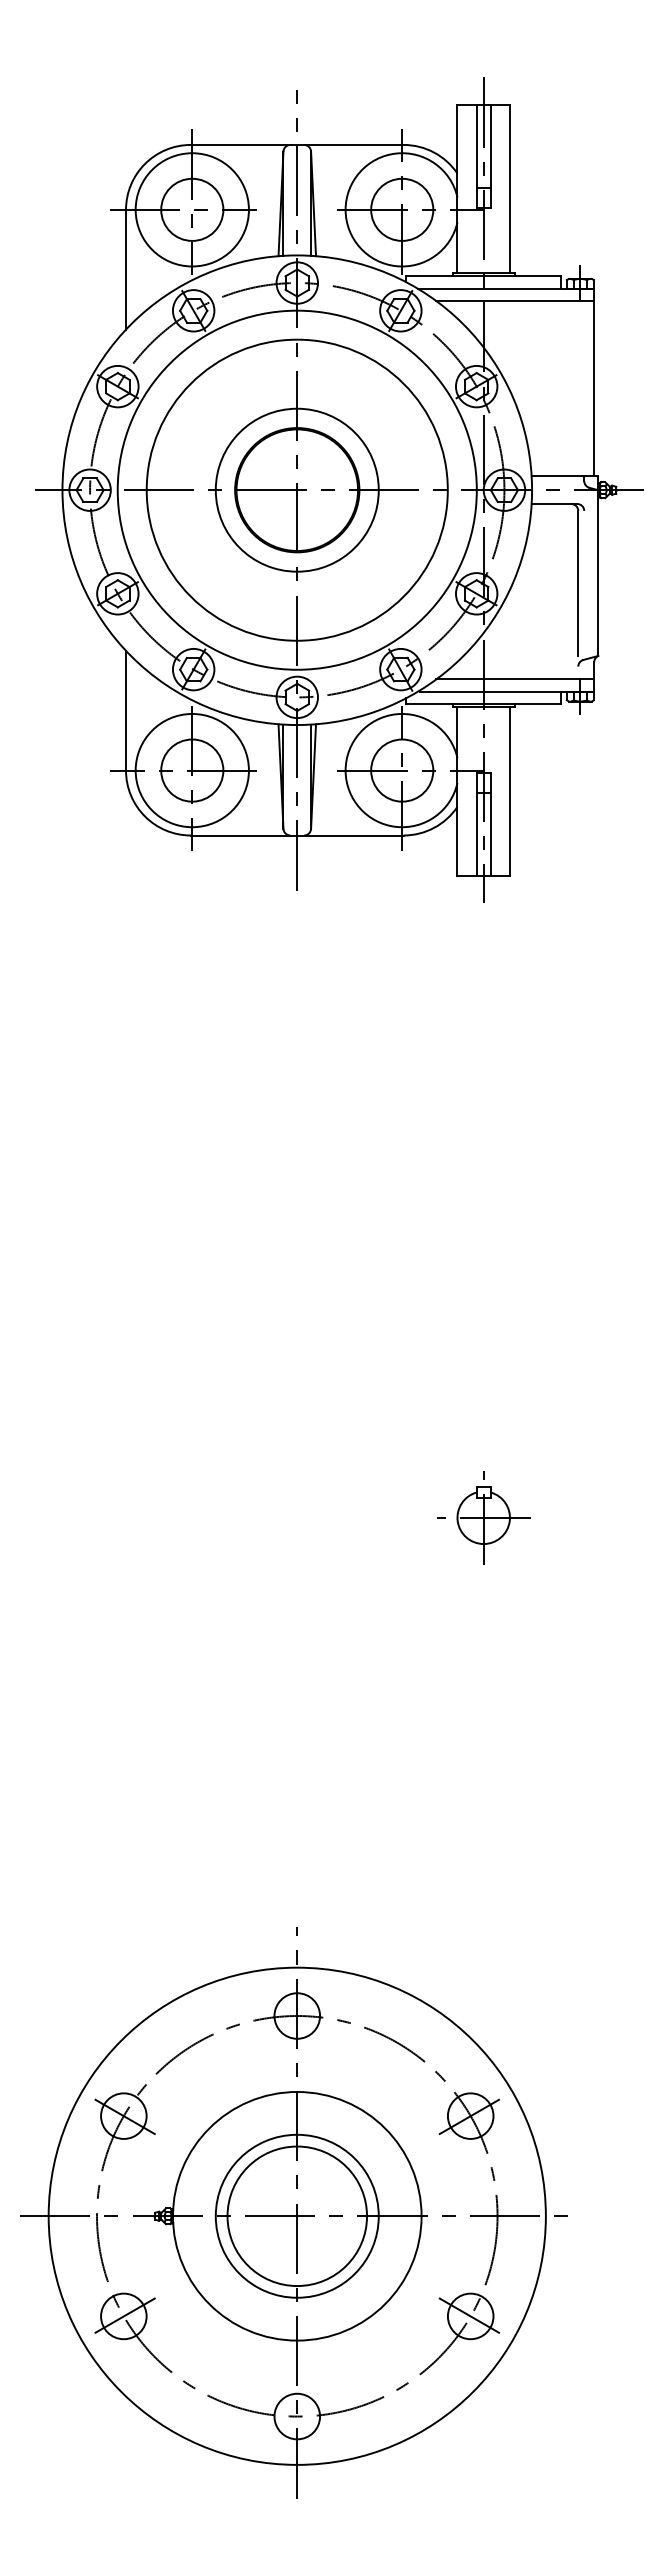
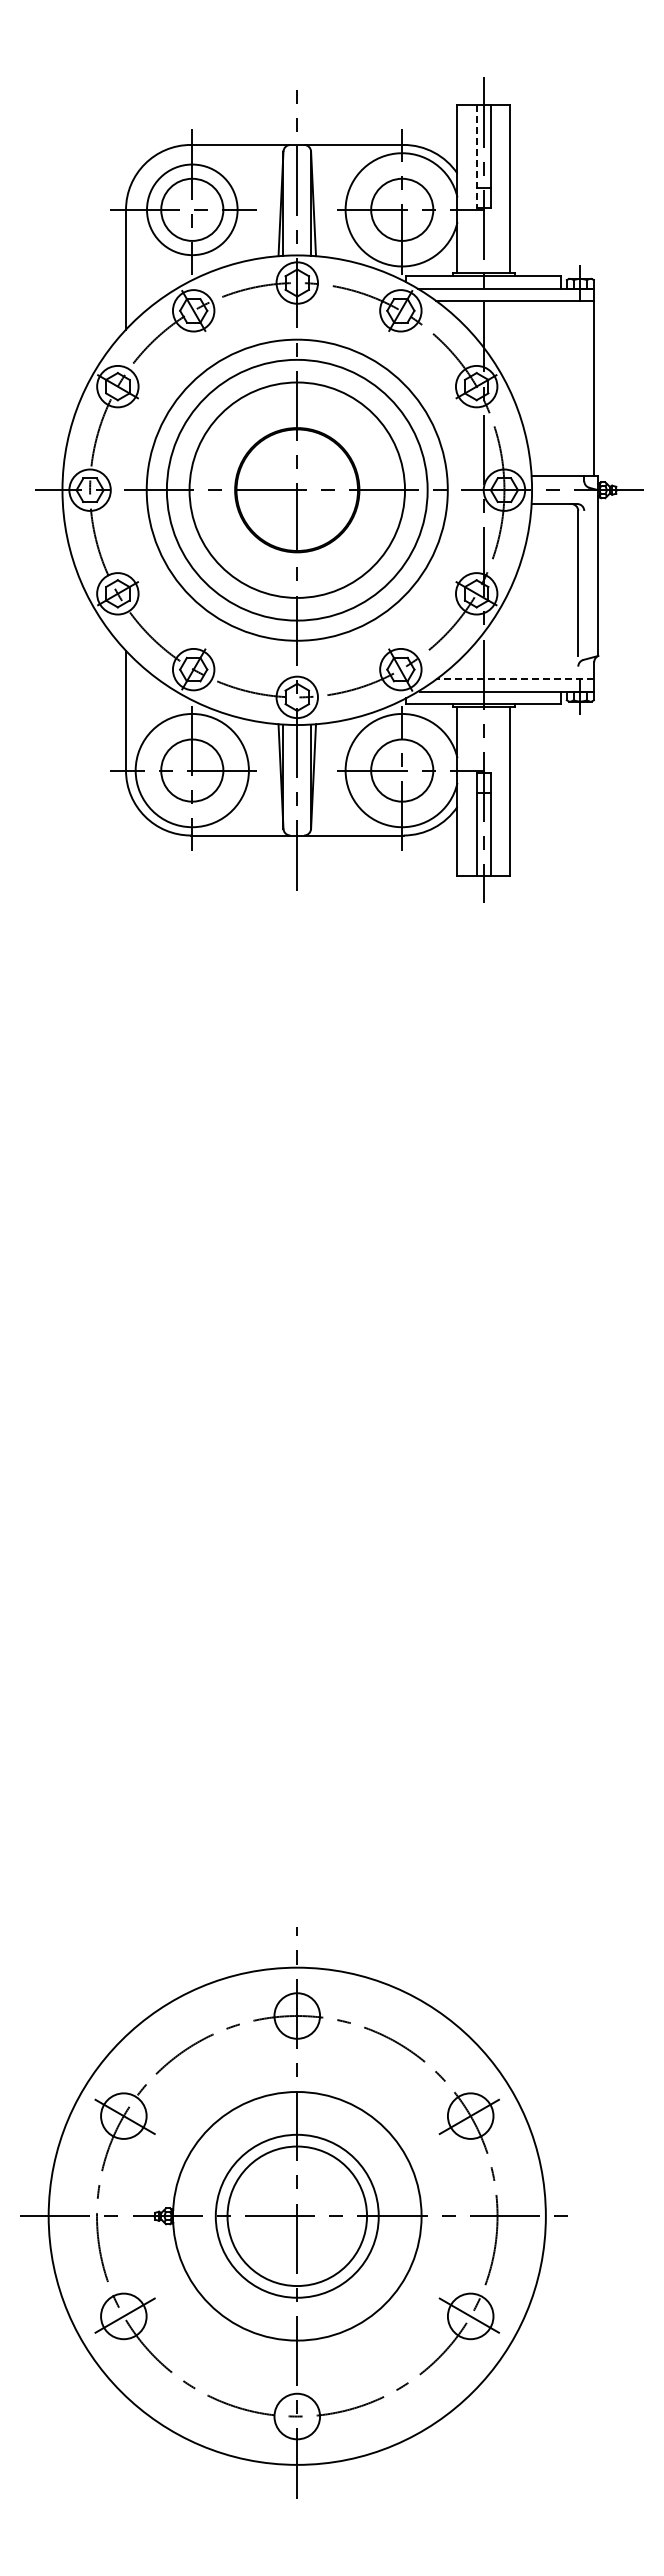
line at (476, 156): solid -> dashed
circle at (191, 209) diameter: 113 px -> 91 px
circle at (296, 489) diameter: 163 px -> 261 px
circle at (296, 489) diameter: 359 px -> 215 px
line at (515, 679): solid -> dashed
part at (483, 1517): present -> none
